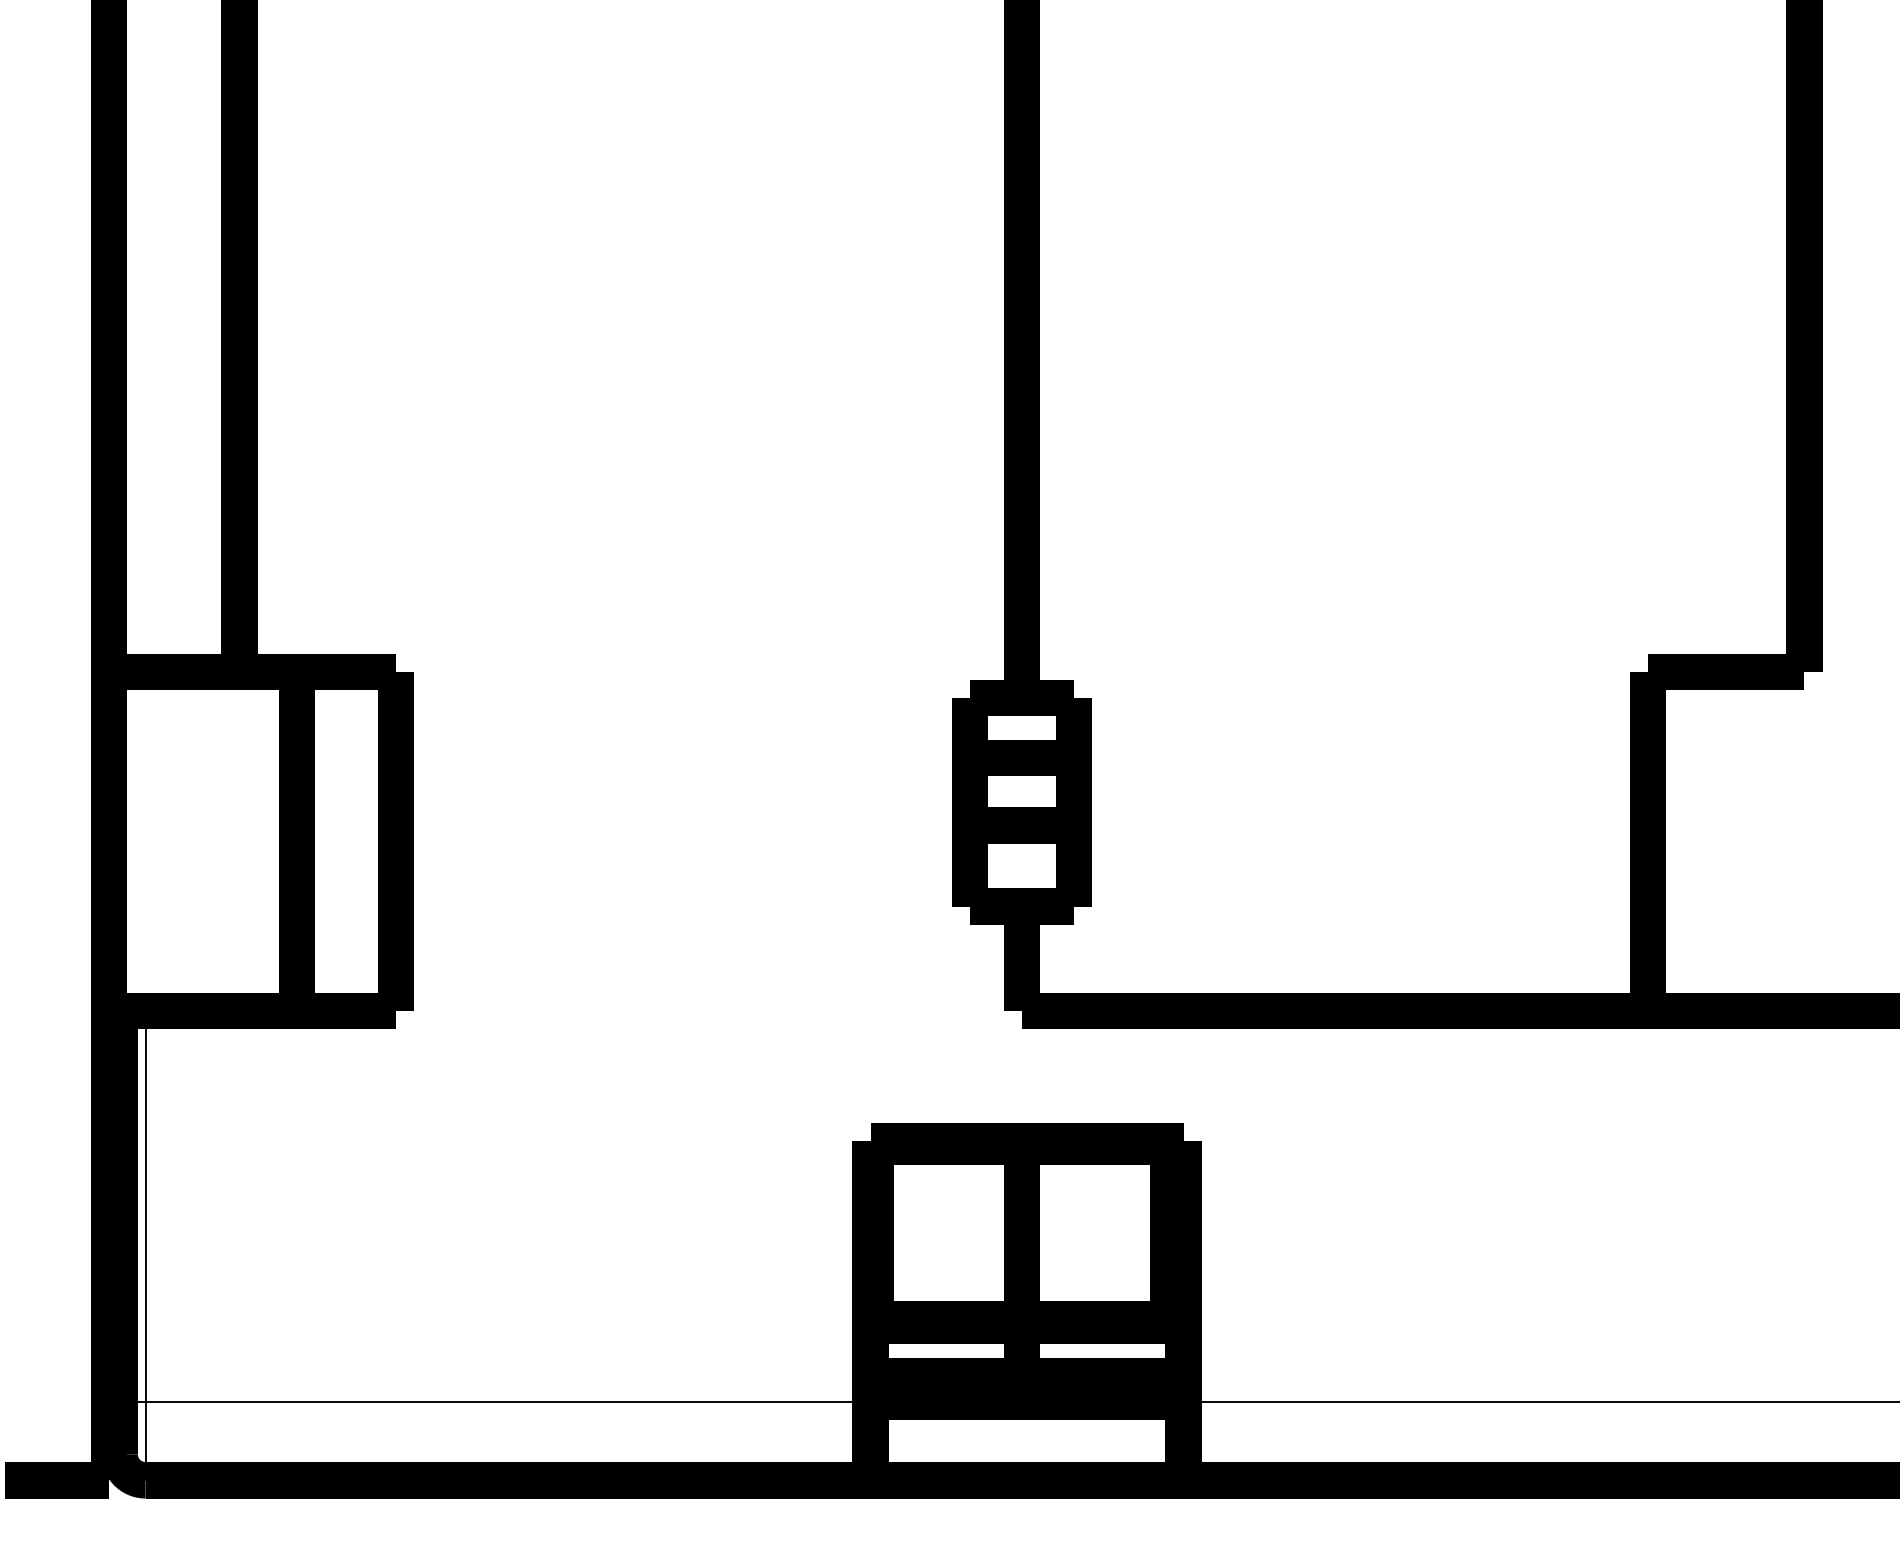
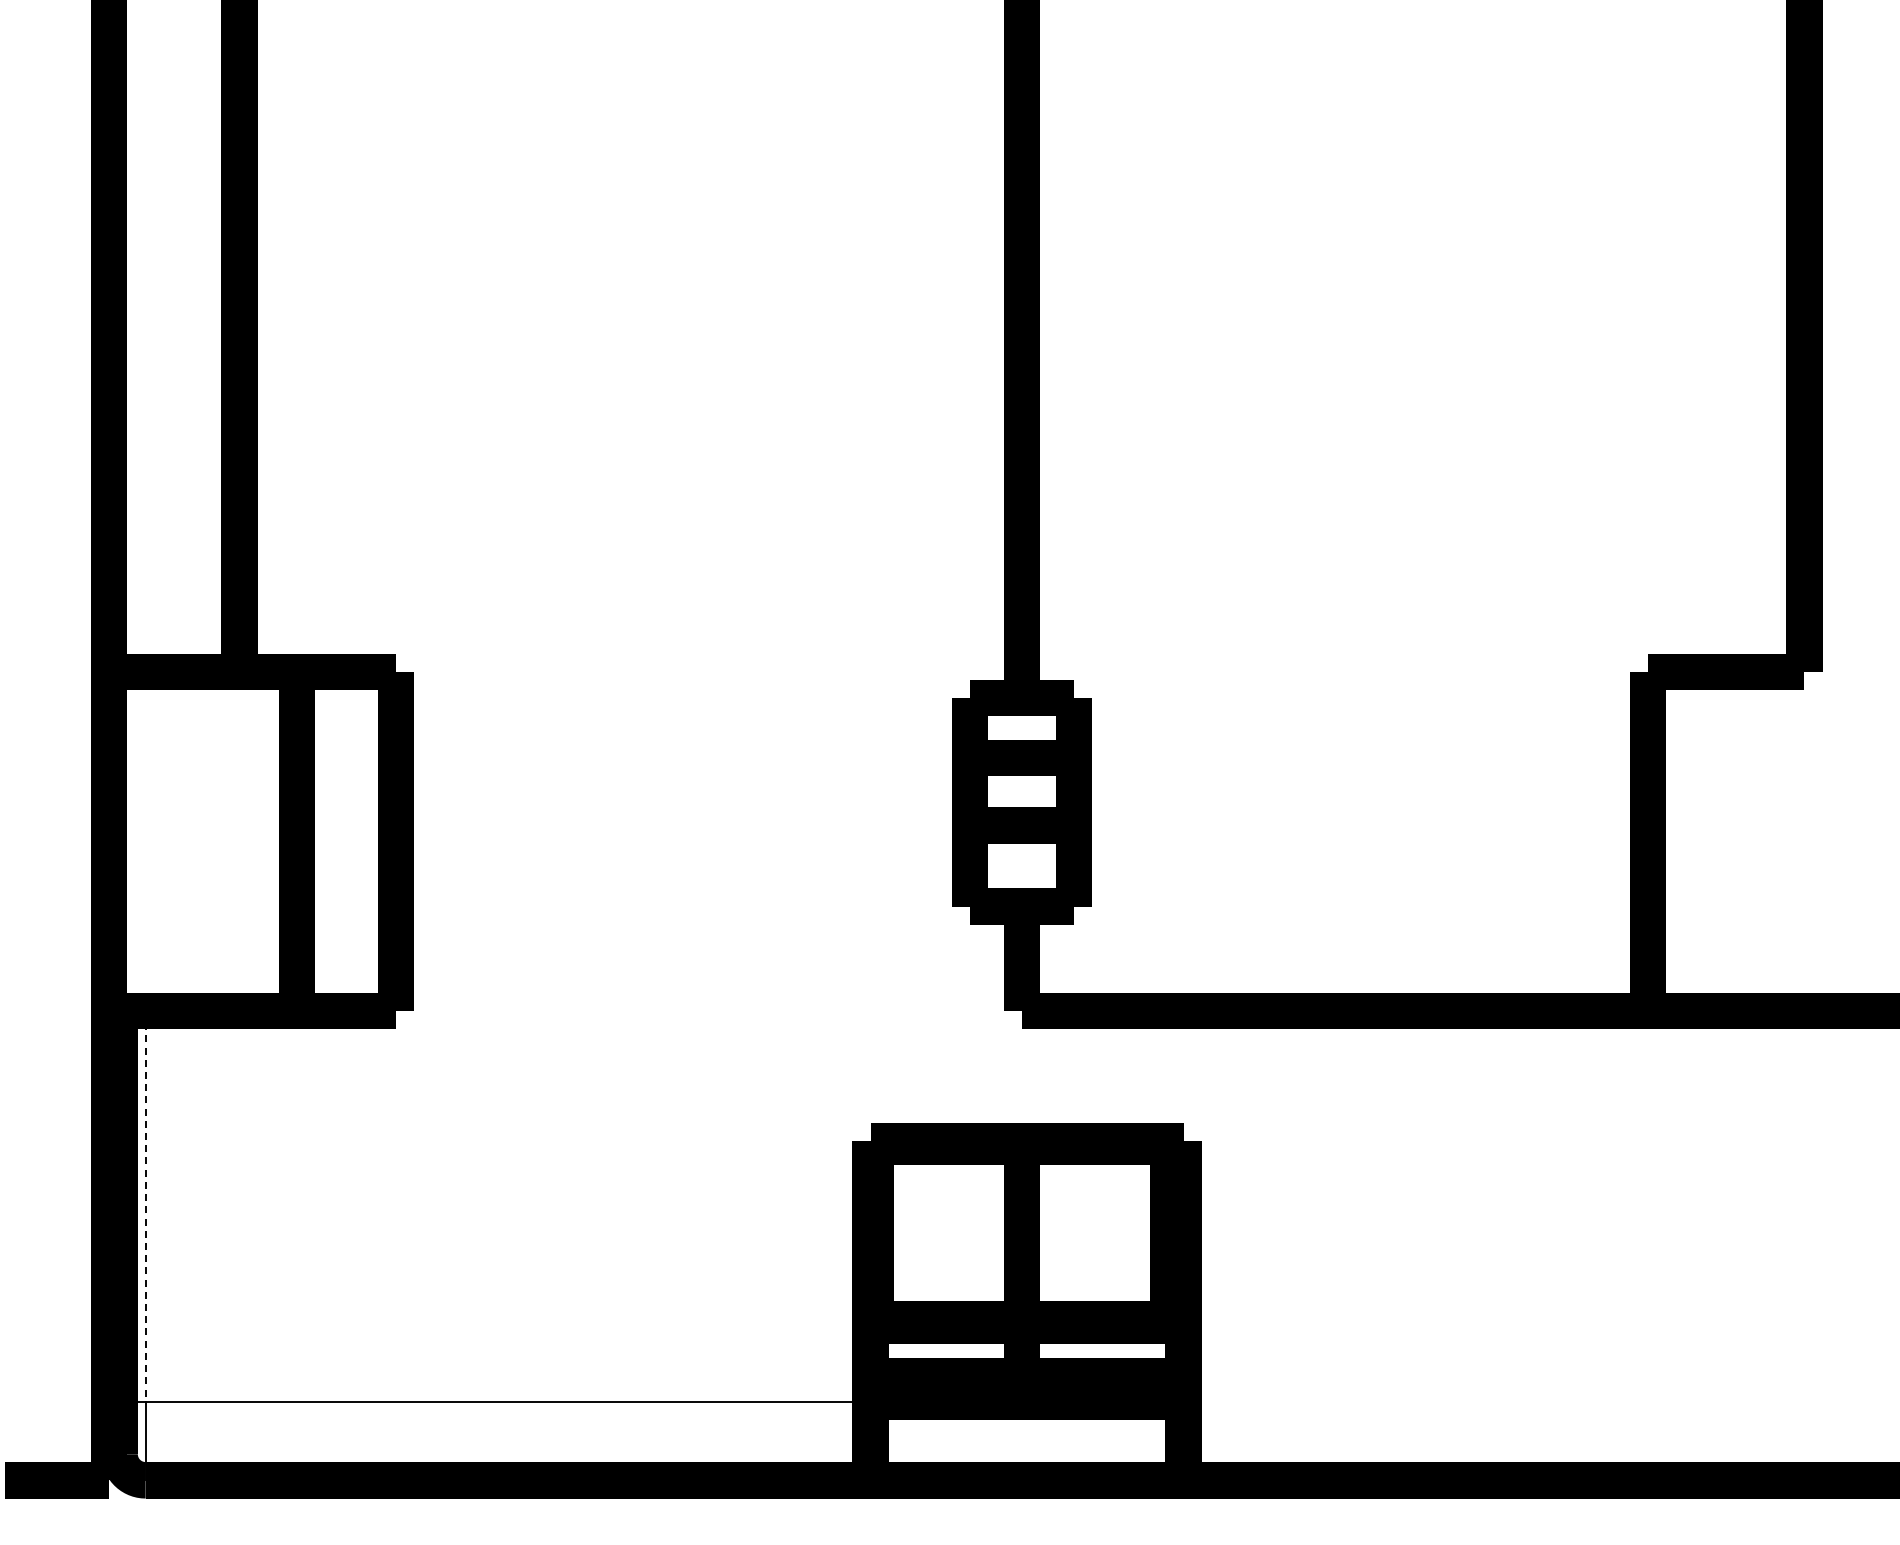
line at (145, 1206): solid -> dashed
line at (1539, 1402): present -> none
